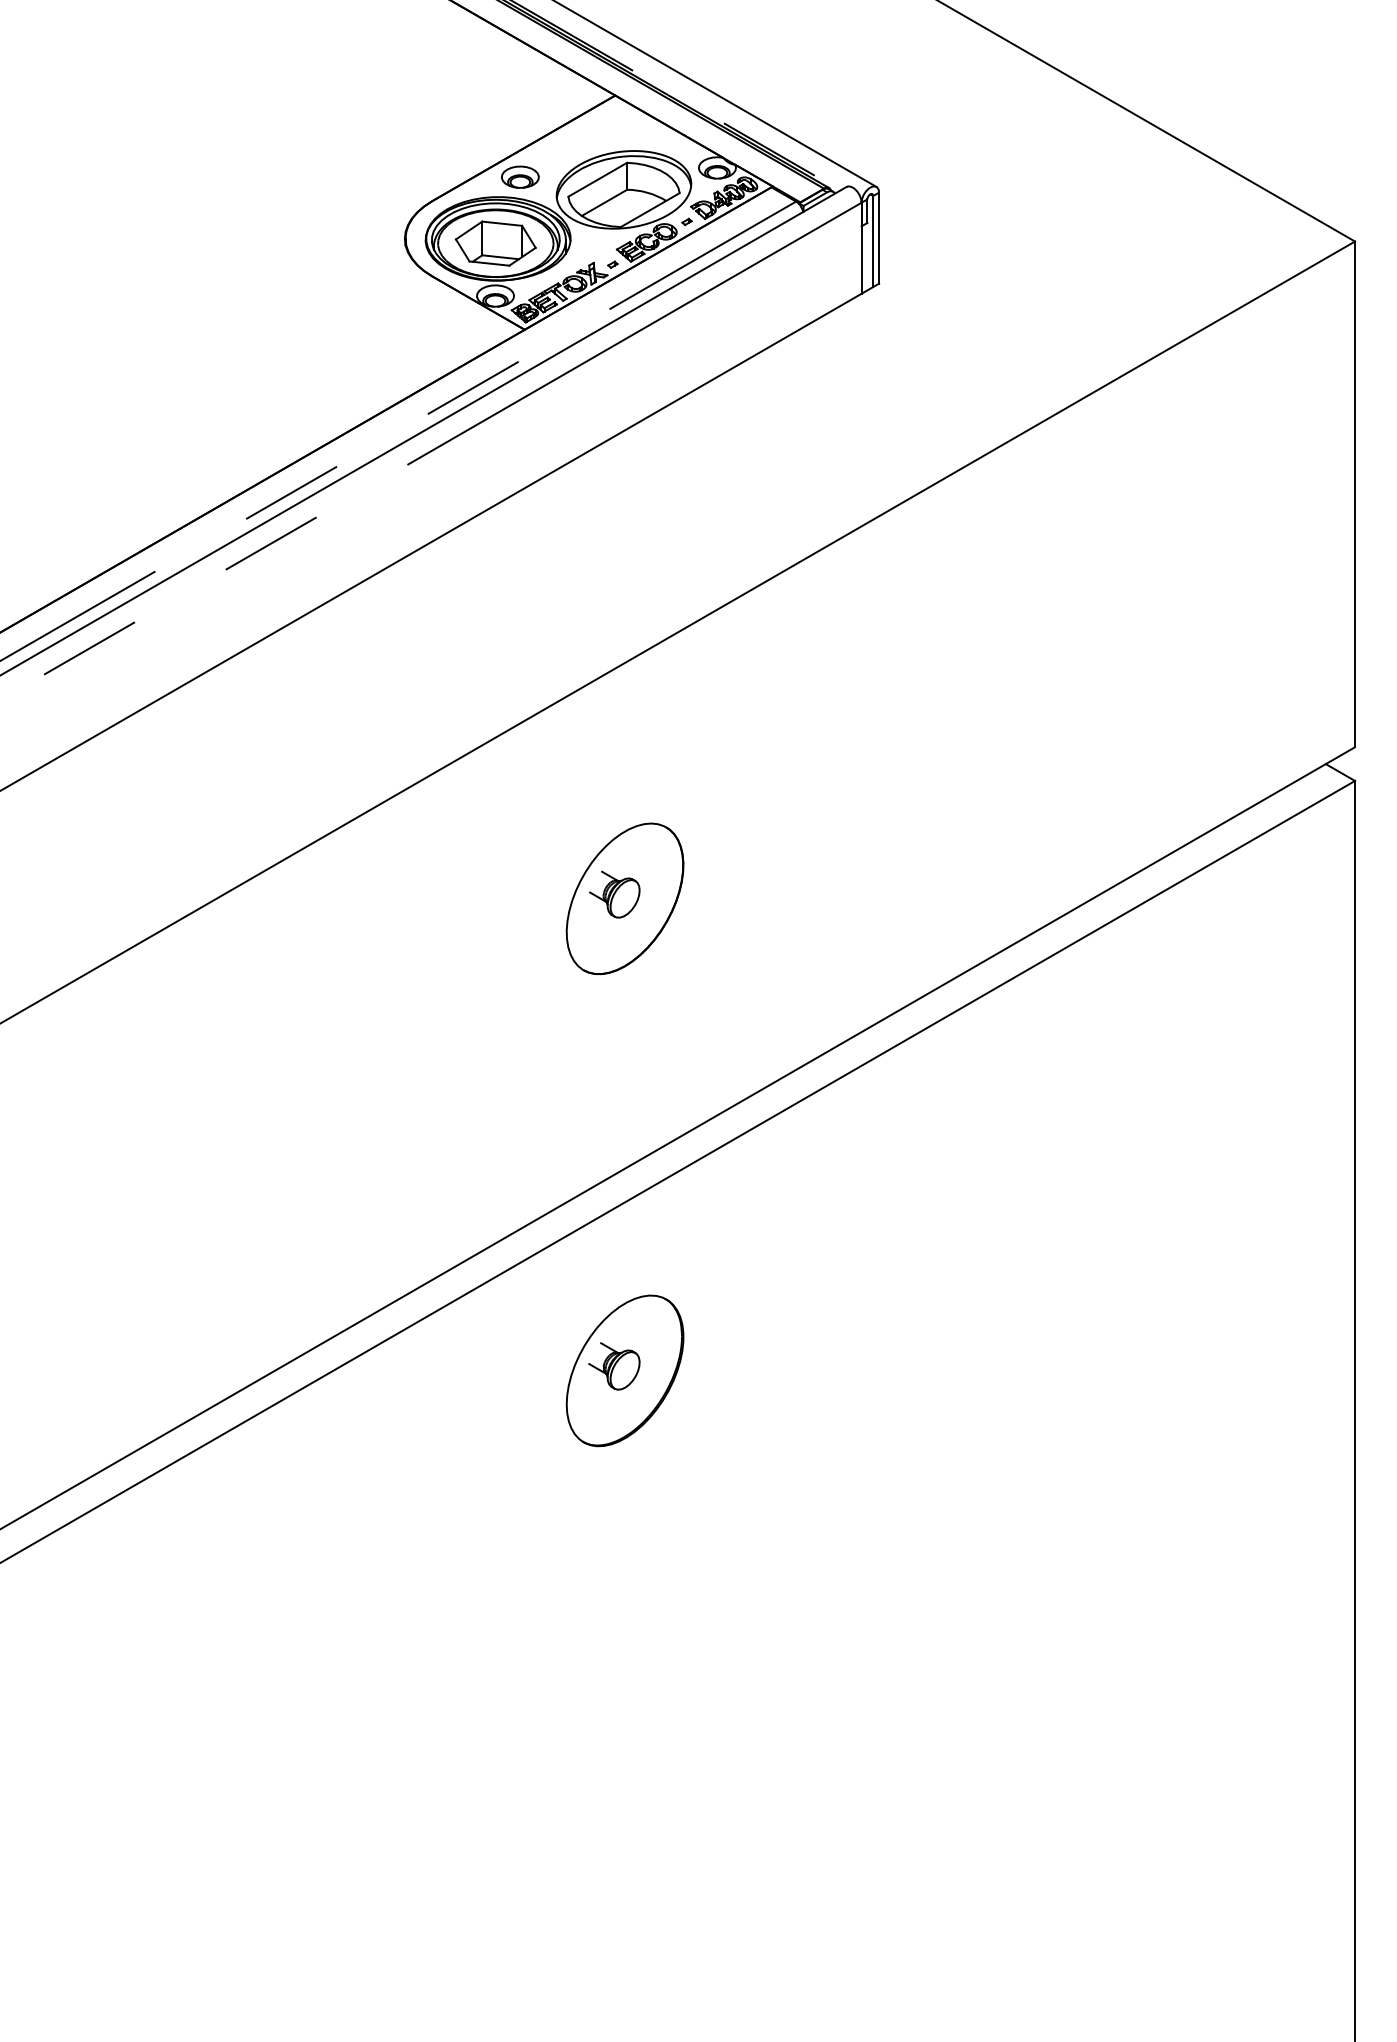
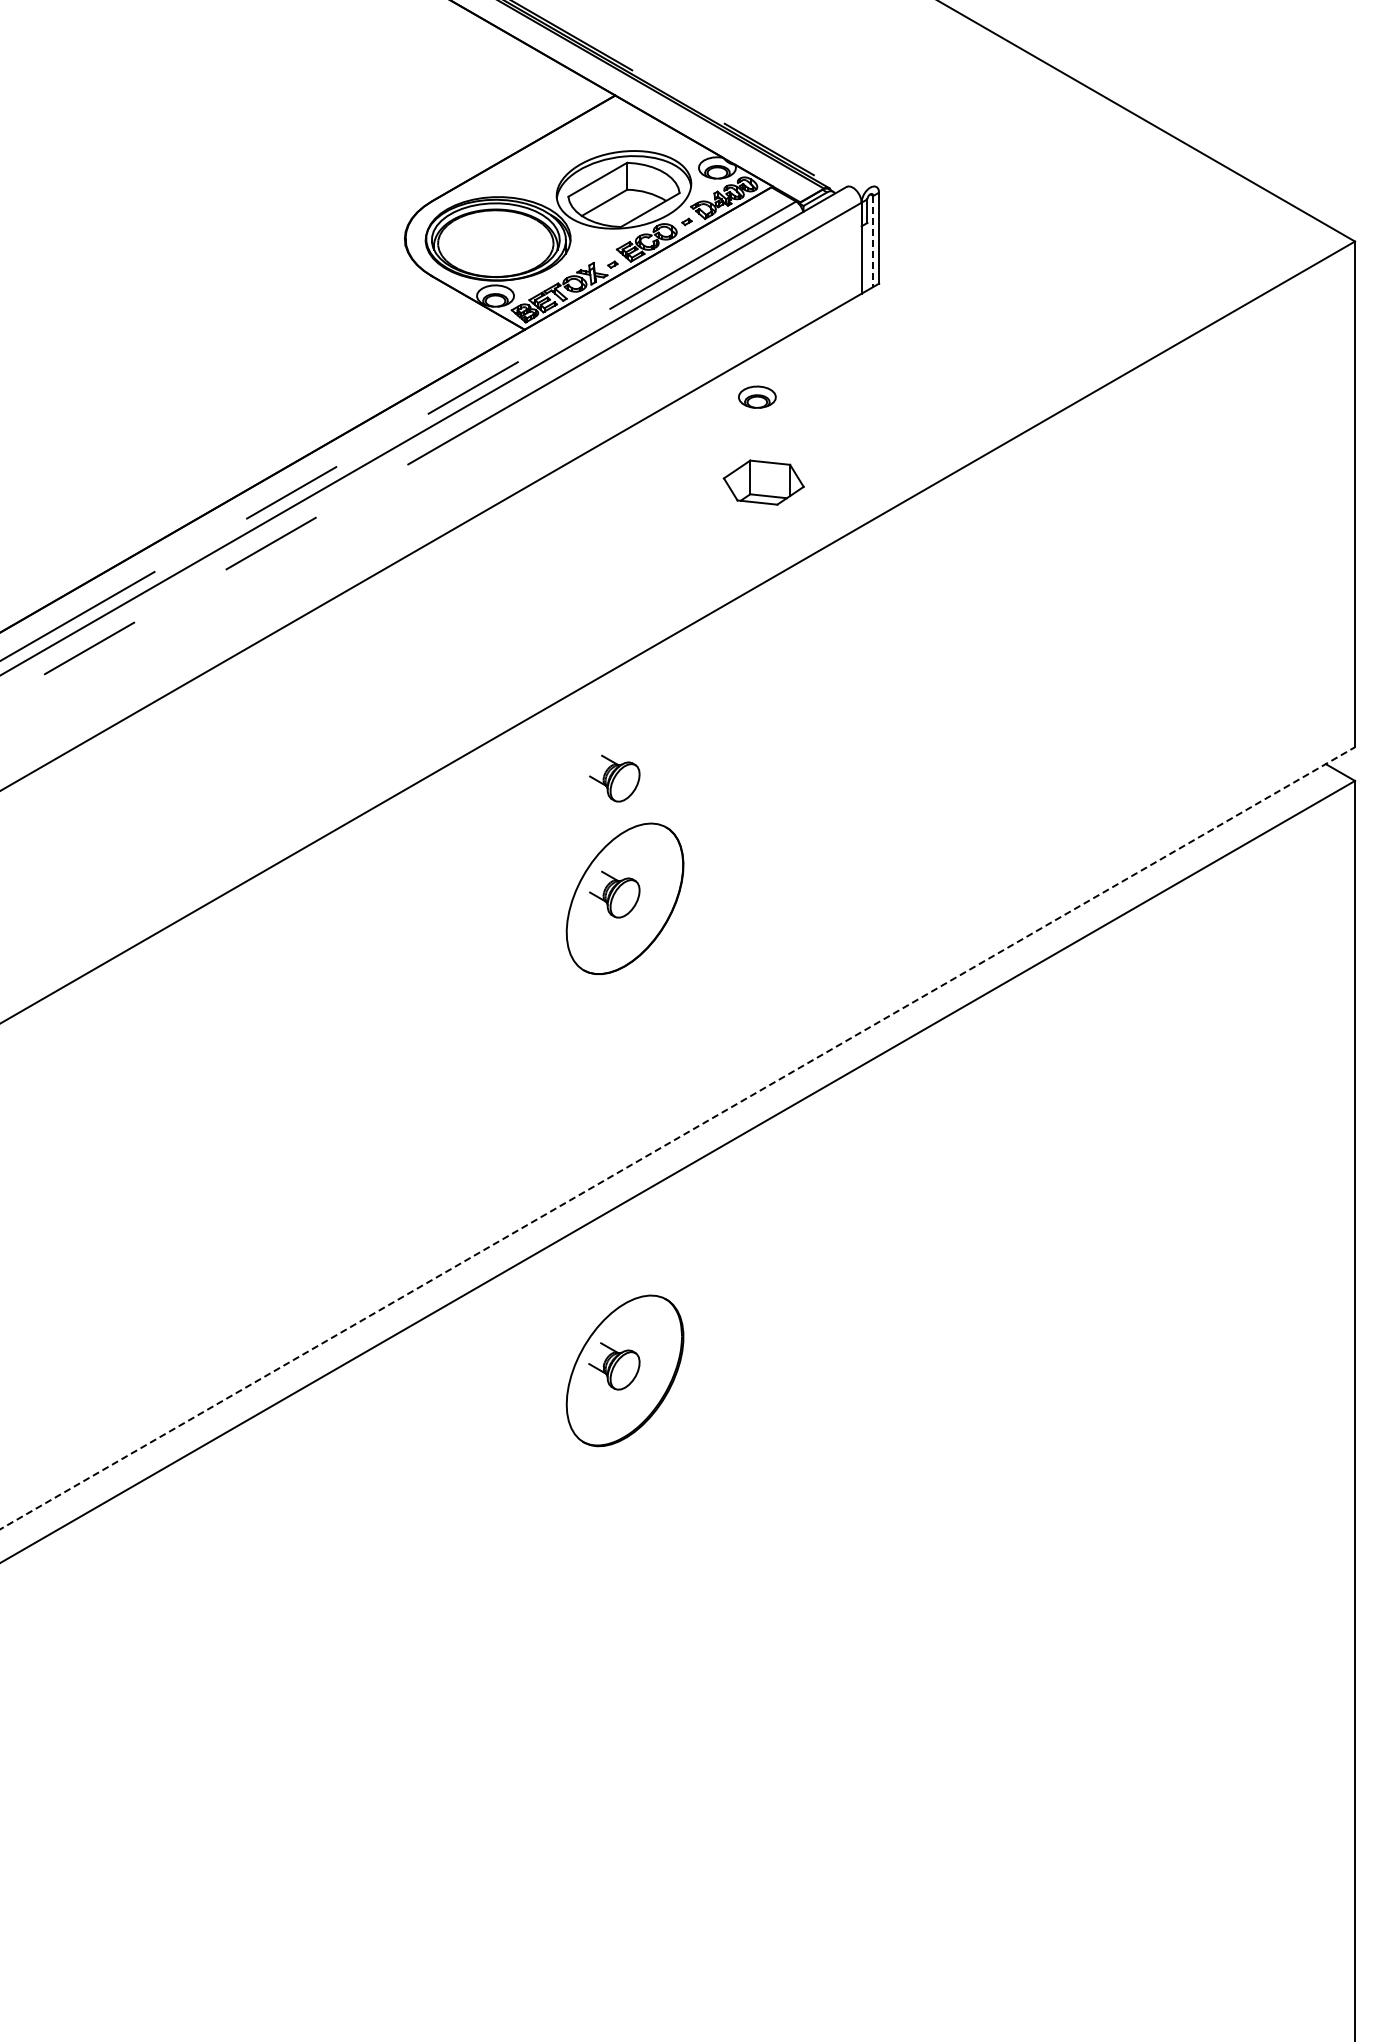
line at (716, 94): present -> none
part at (520, 176) position: (520, 176) -> (757, 396)
line at (873, 241): solid -> dashed
part at (495, 243) position: (495, 243) -> (763, 482)
part at (614, 778): none -> present
line at (677, 1138): solid -> dashed
